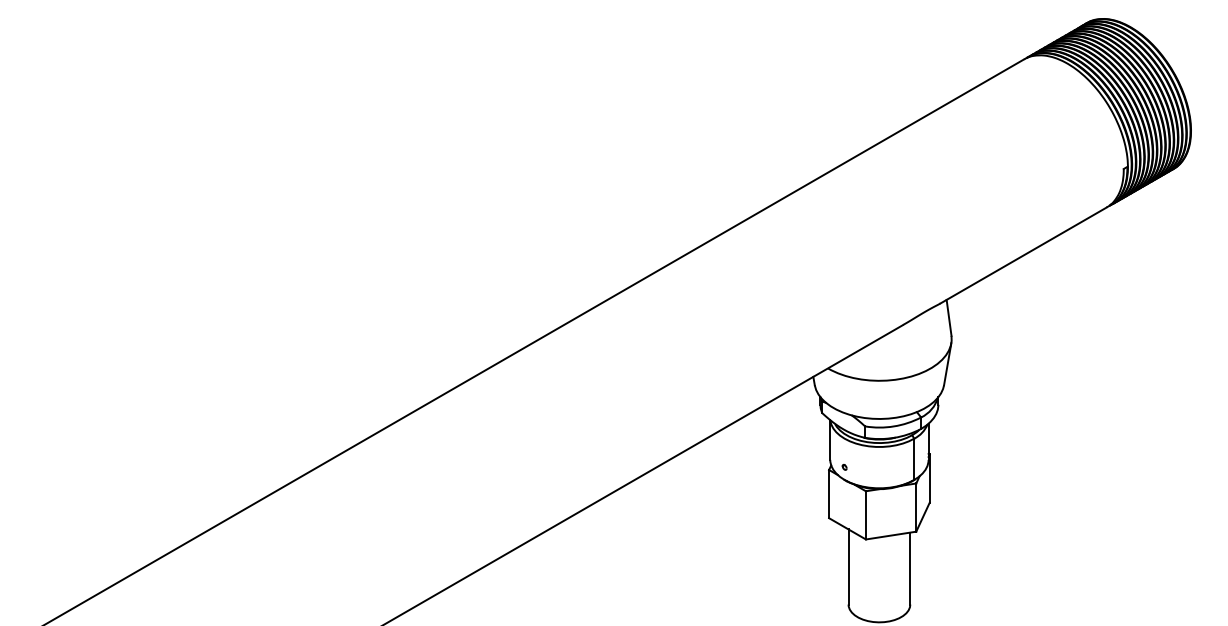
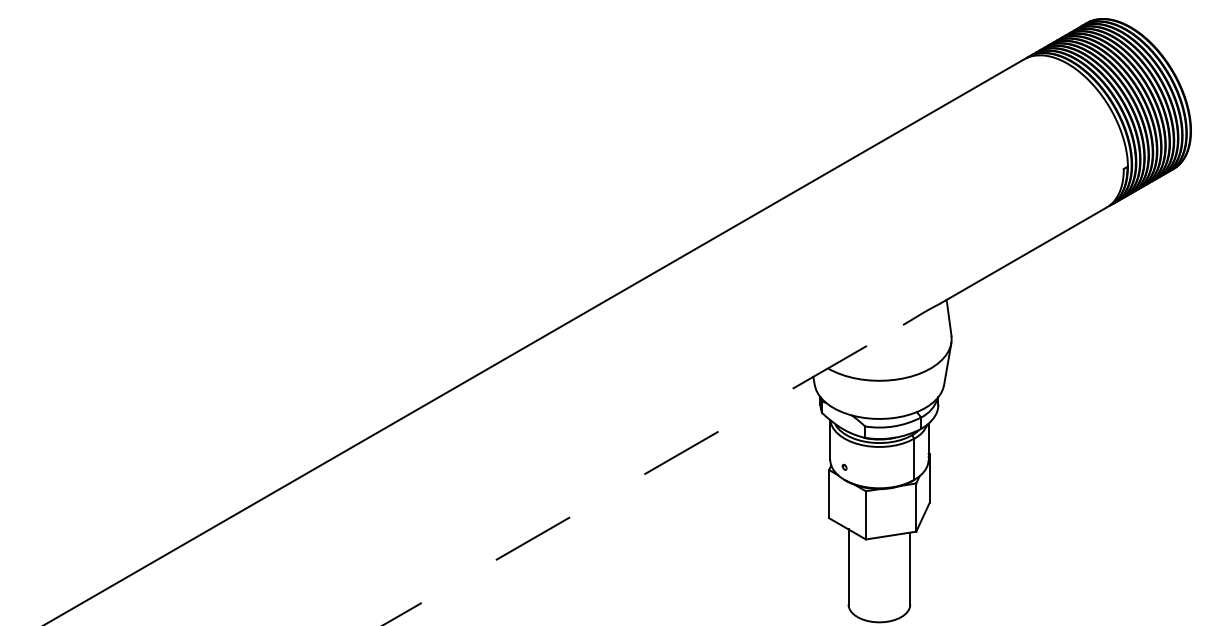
line at (642, 475): solid -> dashed
